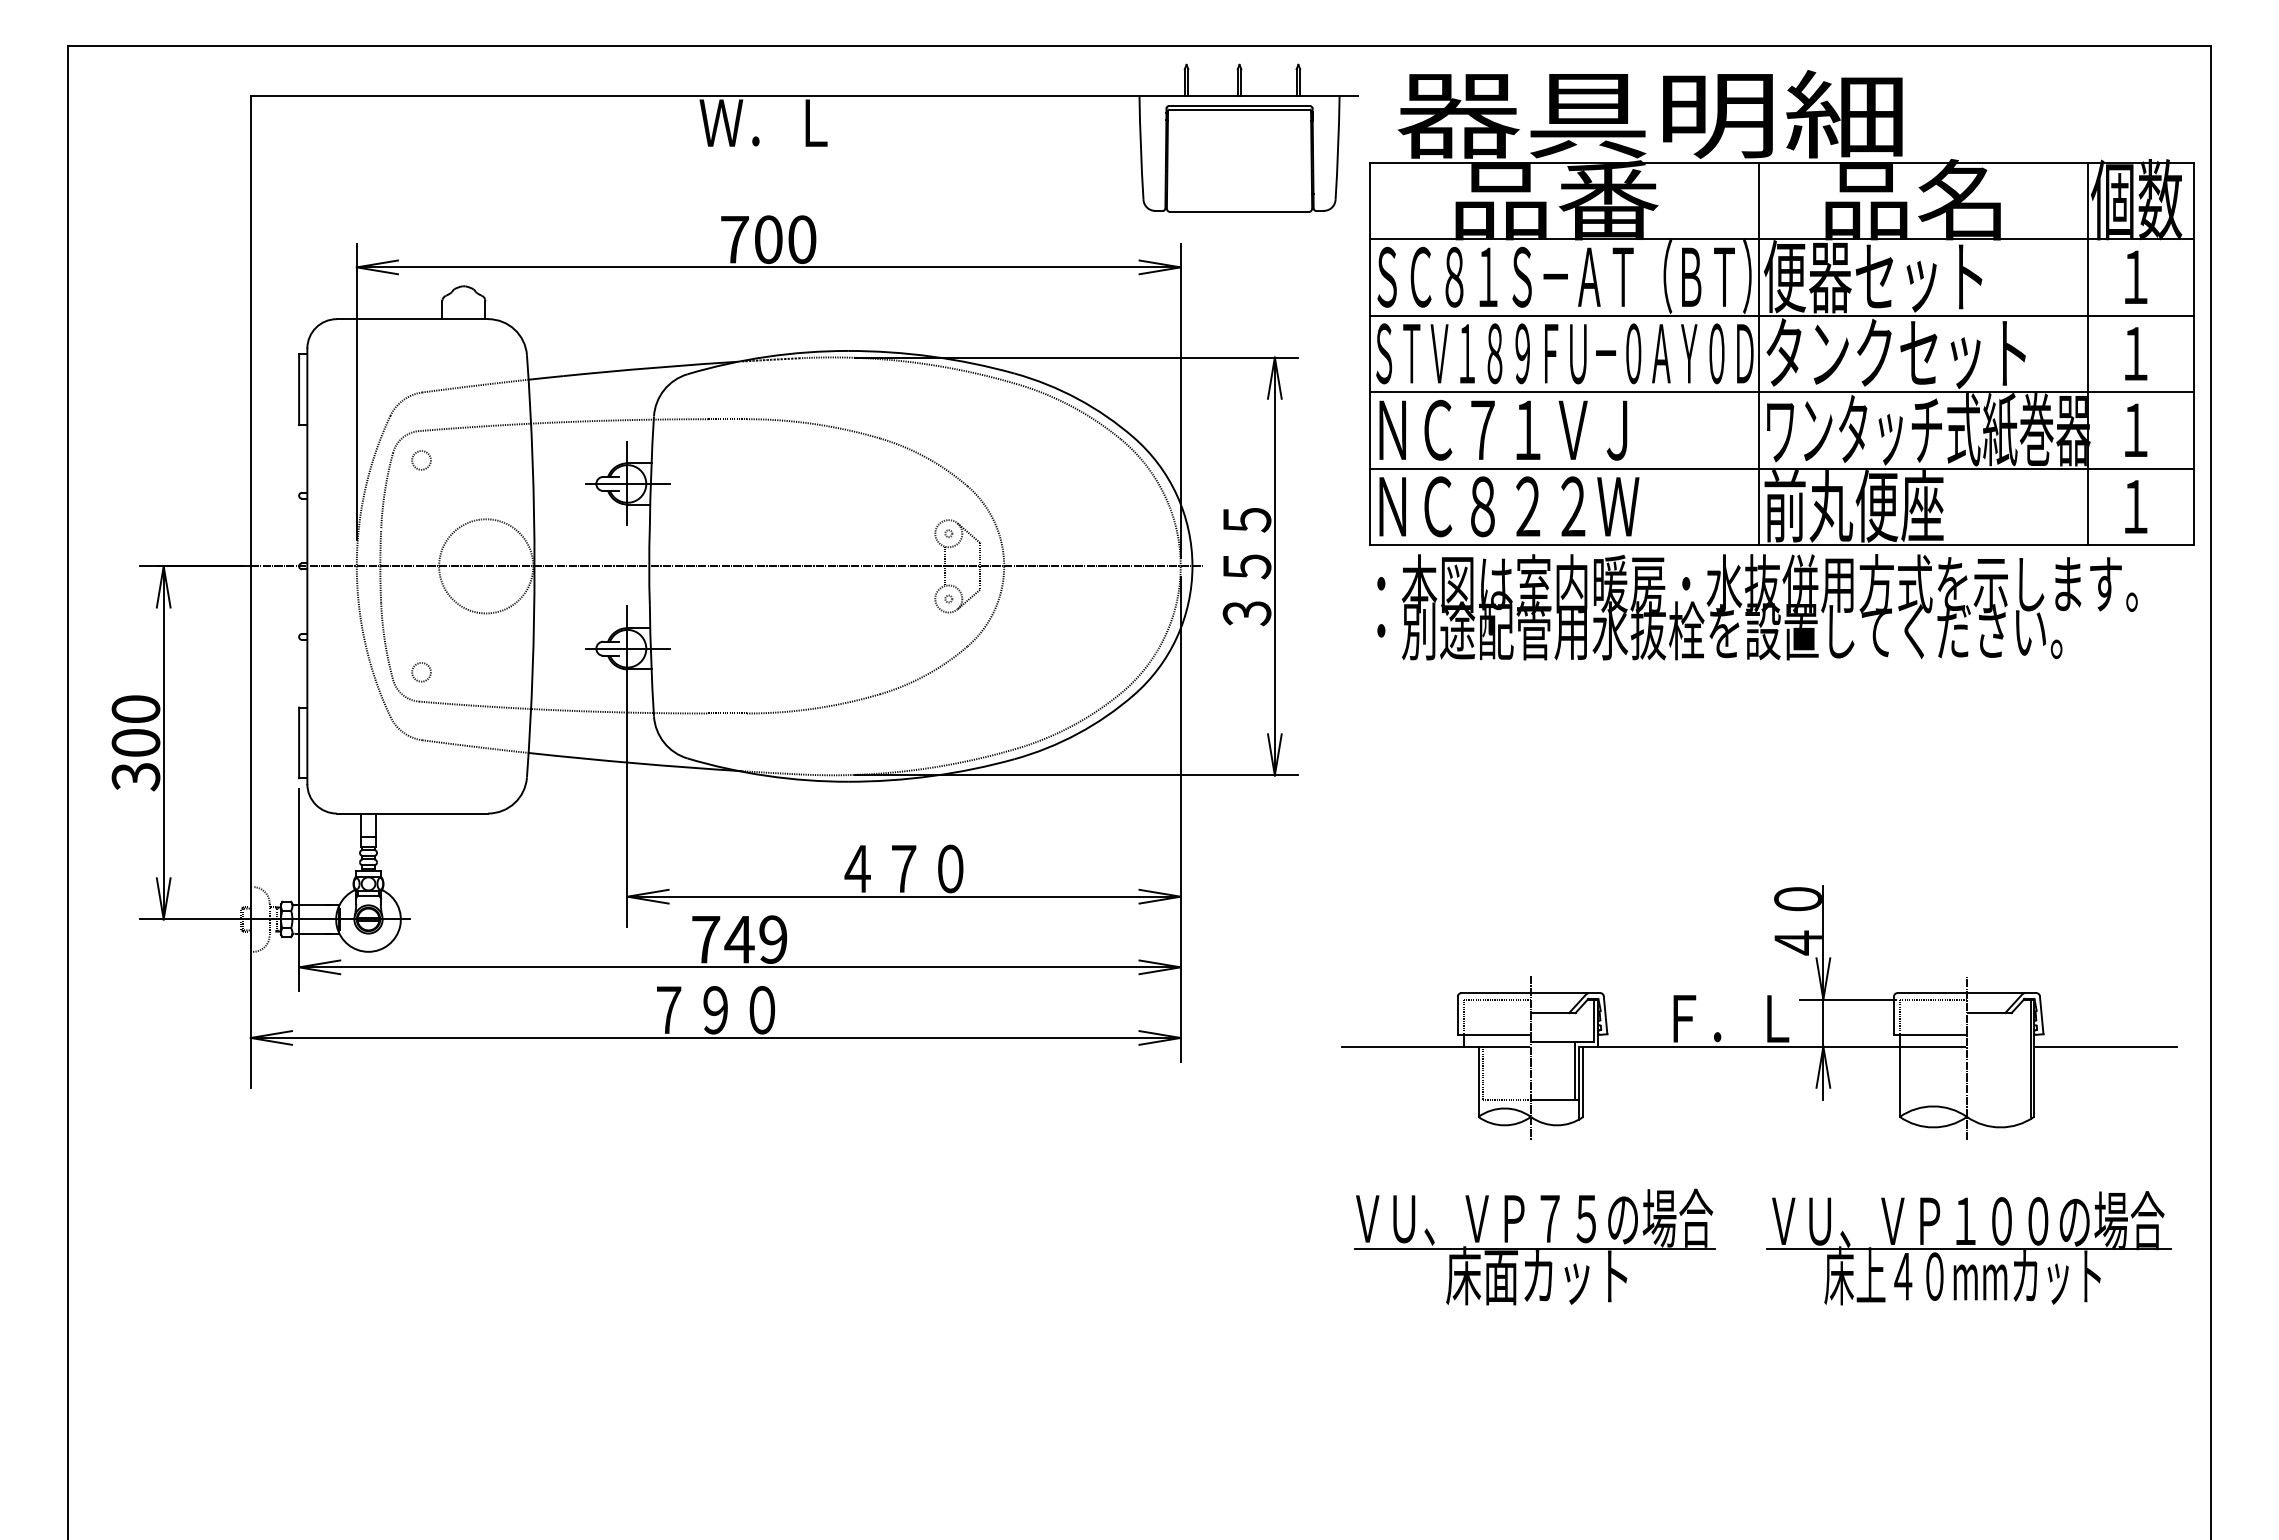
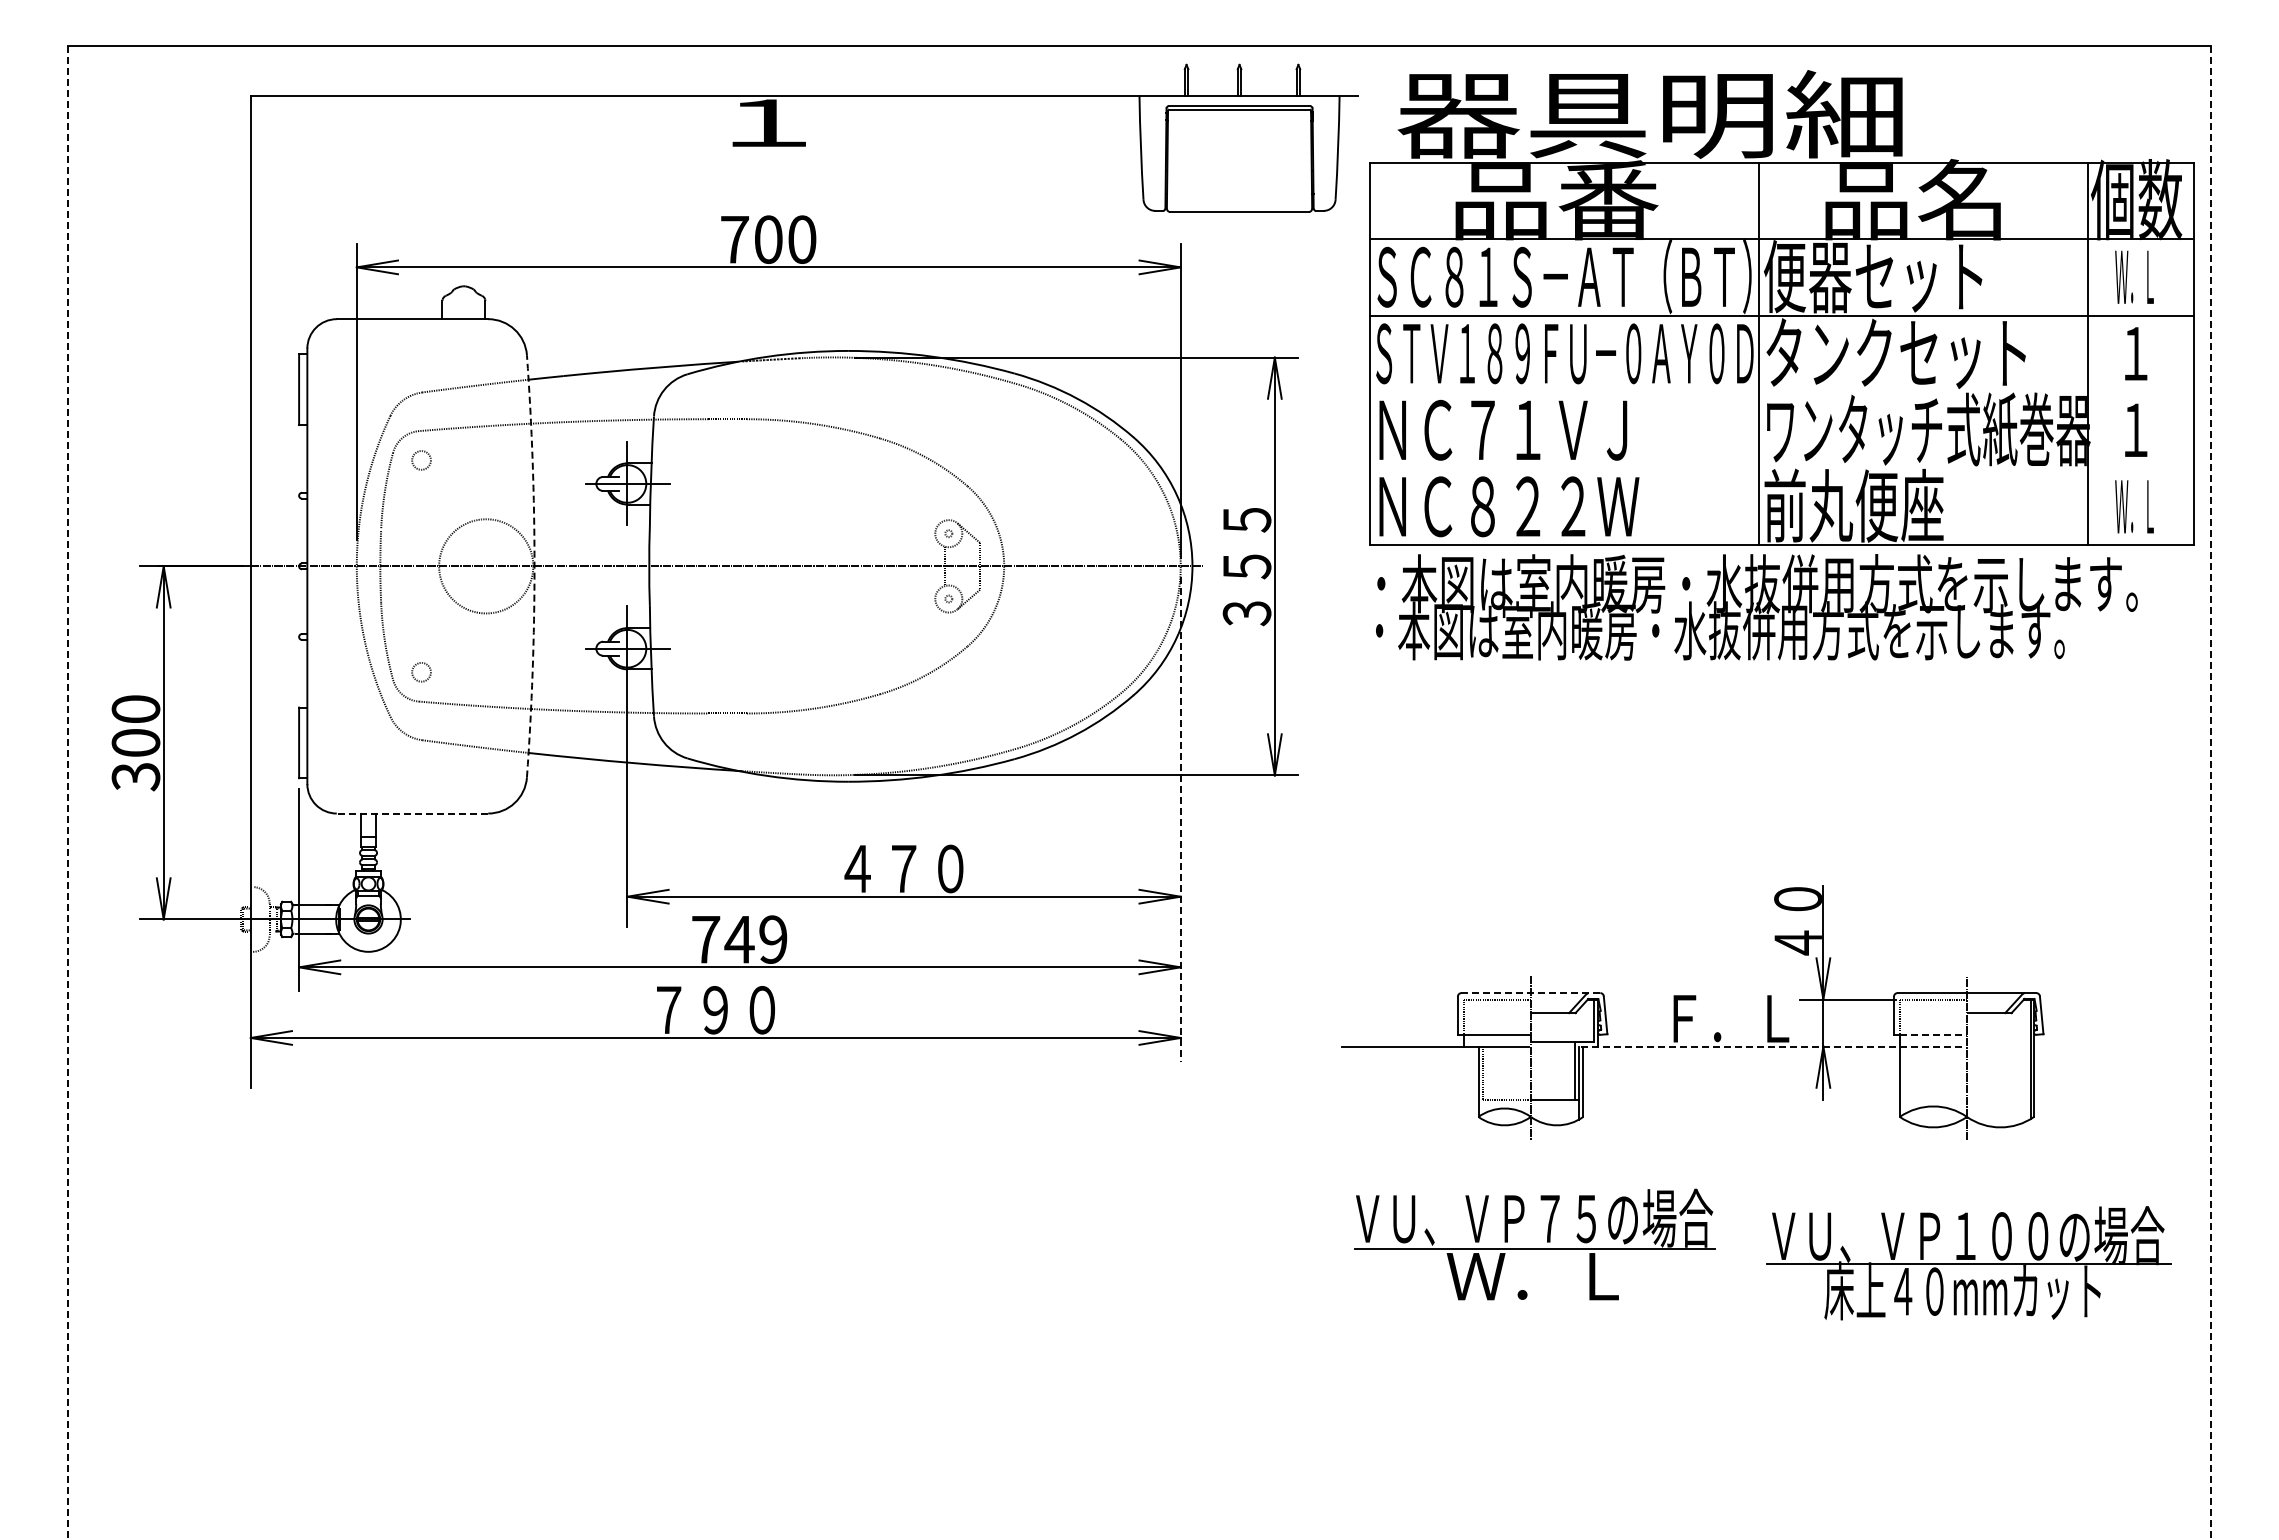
text at (763, 122): Ｗ．Ｌ -> １
text at (2134, 276): １ -> Ｗ．Ｌ
line at (1782, 392): present -> none
line at (1782, 468): present -> none
text at (2134, 506): １ -> Ｗ．Ｌ
arc at (534, 566): solid -> dashed
text at (1720, 630): ・別途配管用水抜栓を設置してください。 -> ・本図は室内暖房・水抜併用方式を示します。
line at (68, 792): solid -> dashed
line at (2210, 792): solid -> dashed
line at (412, 813): solid -> dashed
line at (1180, 819): solid -> dashed
line at (1530, 993): solid -> dashed
line at (1933, 1034): solid -> dashed
line at (1773, 1046): solid -> dashed
line at (2106, 1046): present -> none
part at (1968, 1248) position: (1968, 1248) -> (1968, 1263)
text at (1536, 1275): 床面カット -> Ｗ．Ｌ
